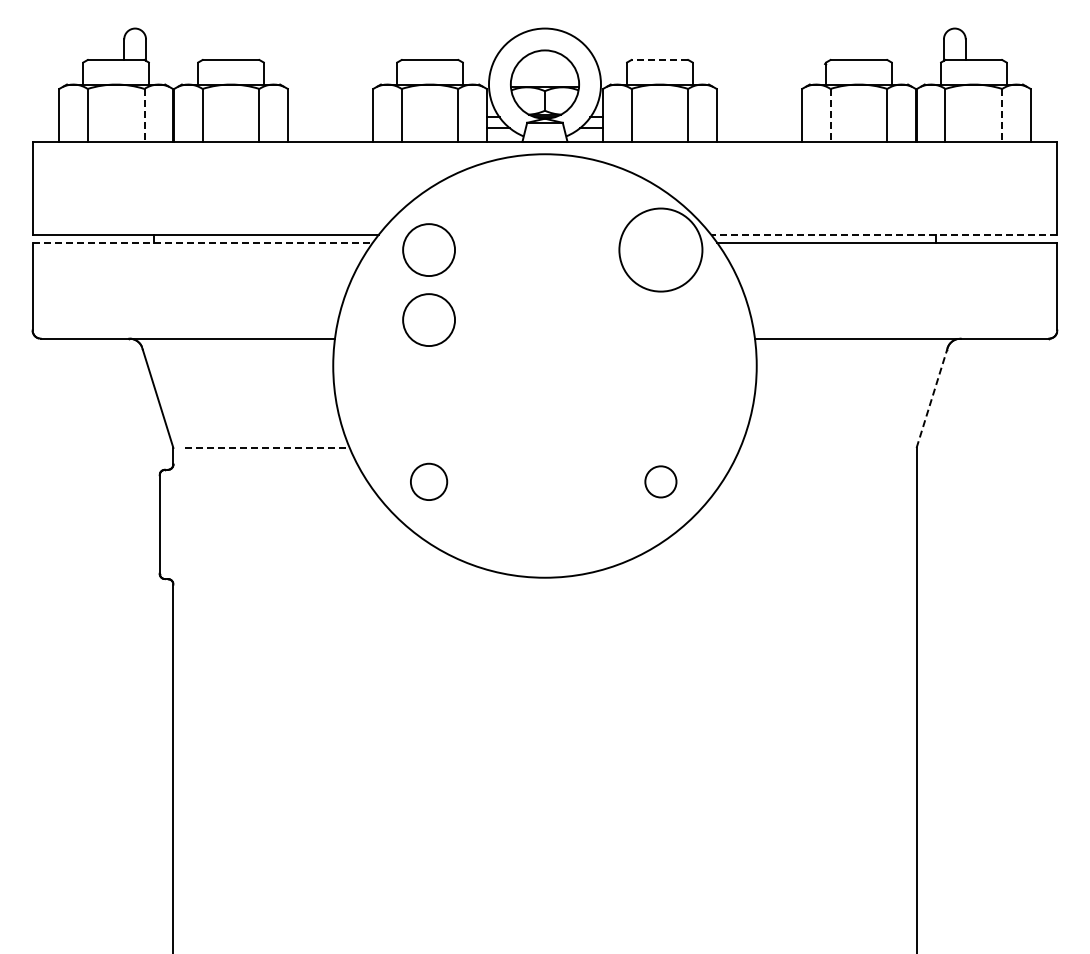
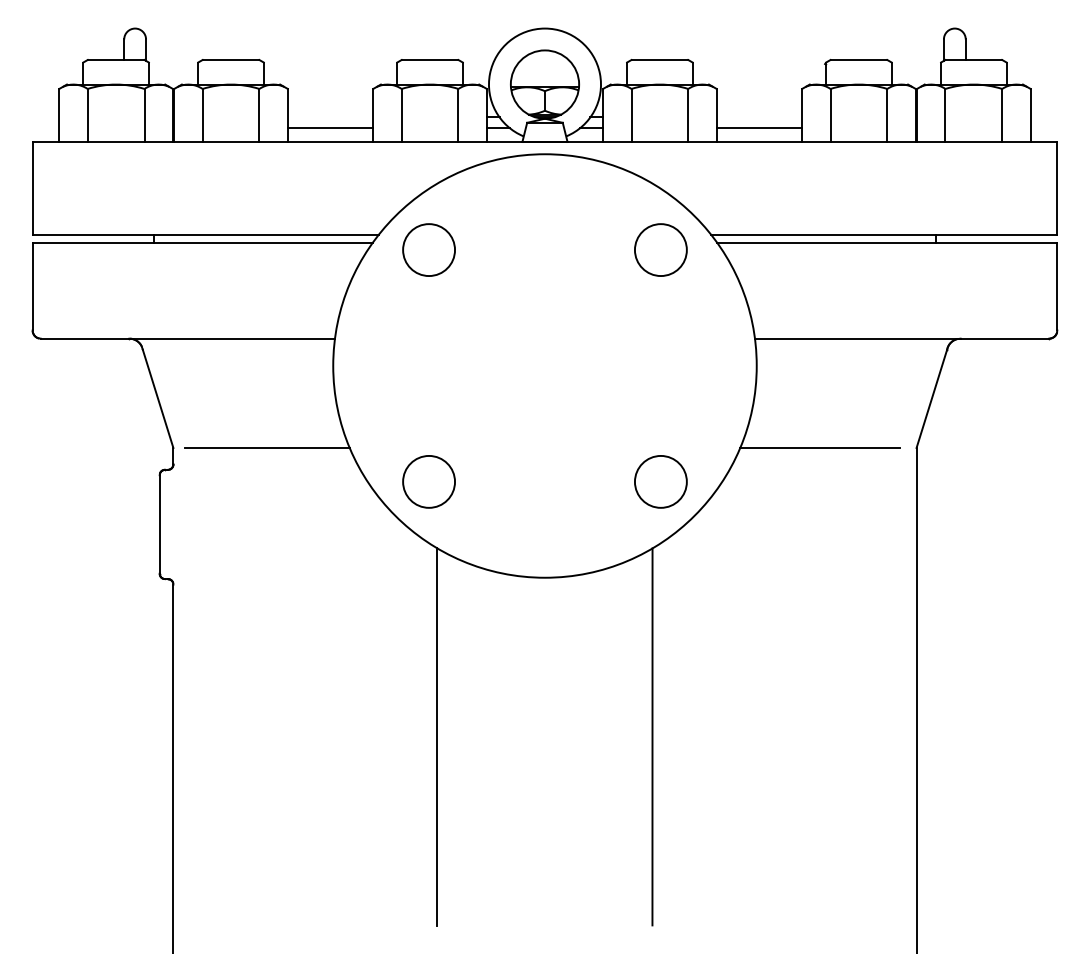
line at (659, 59): dashed -> solid
line at (144, 115): dashed -> solid
line at (830, 115): dashed -> solid
line at (1002, 115): dashed -> solid
line at (330, 128): none -> present
line at (759, 128): none -> present
line at (883, 234): dashed -> solid
line at (202, 243): dashed -> solid
circle at (660, 249) diameter: 83 px -> 52 px
circle at (428, 319): present -> none
line at (932, 398): dashed -> solid
line at (267, 447): dashed -> solid
line at (819, 447): none -> present
circle at (429, 481) size: 39x39 px -> 54x54 px
circle at (660, 481) diameter: 31 px -> 52 px
line at (652, 736): none -> present
line at (437, 737): none -> present
